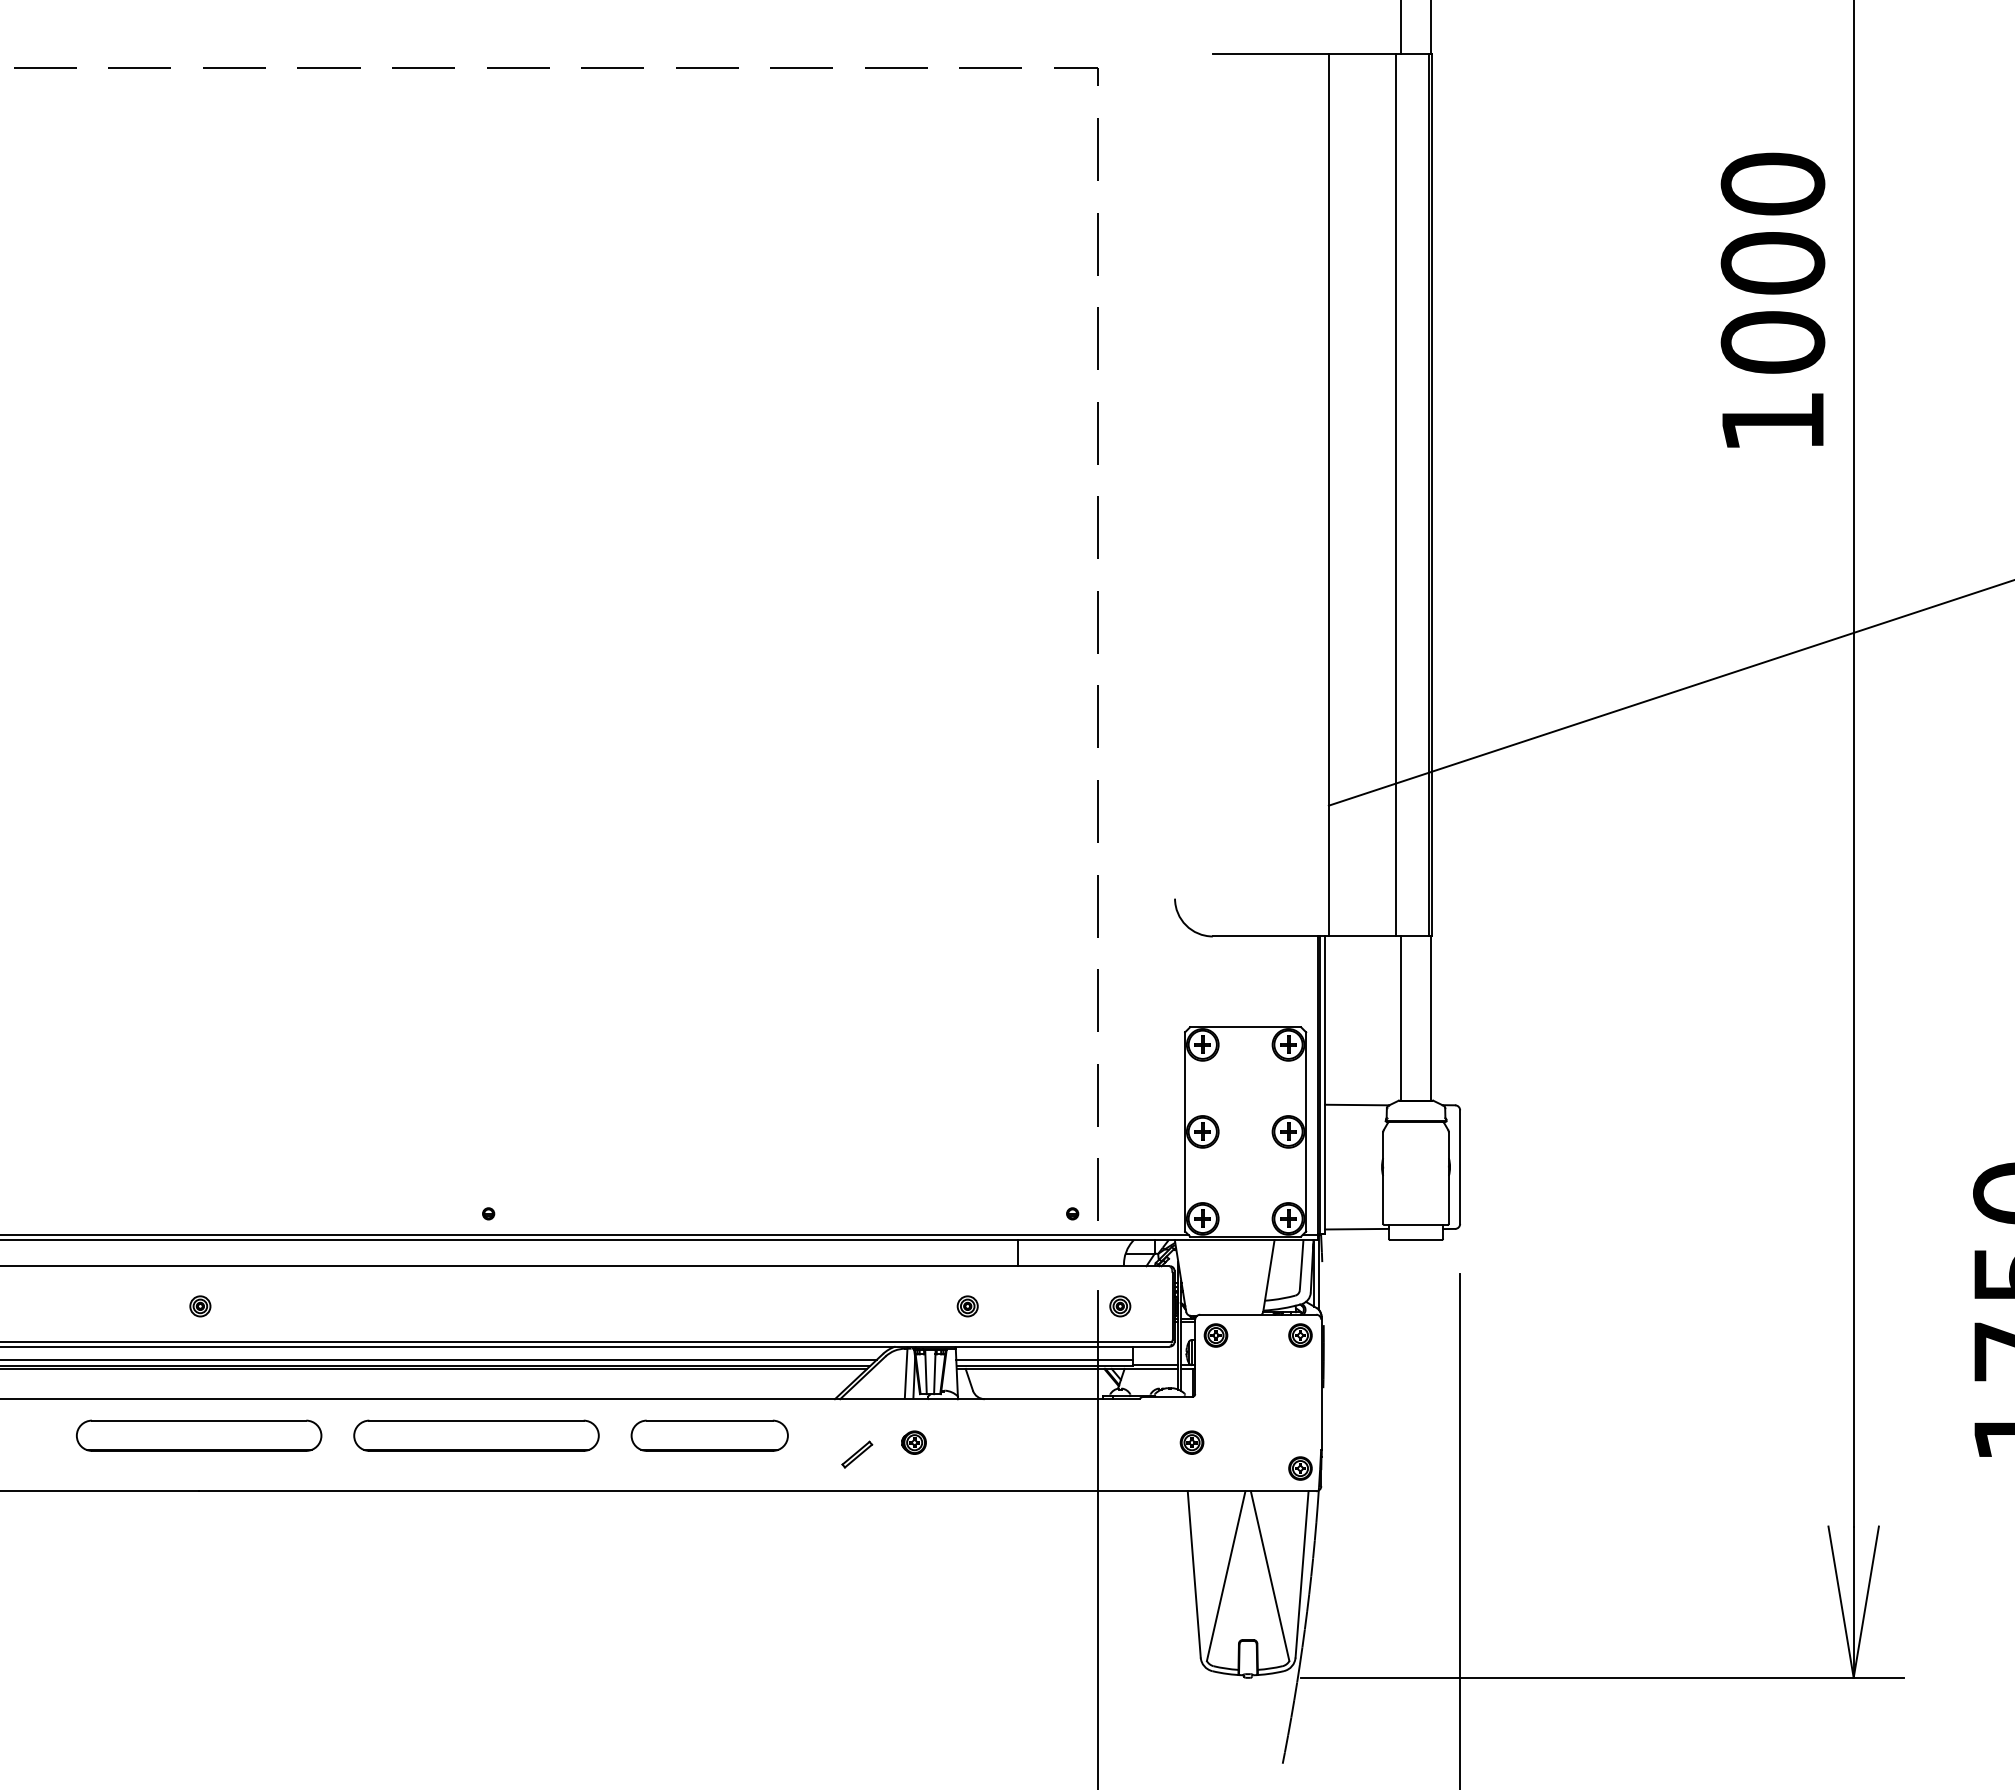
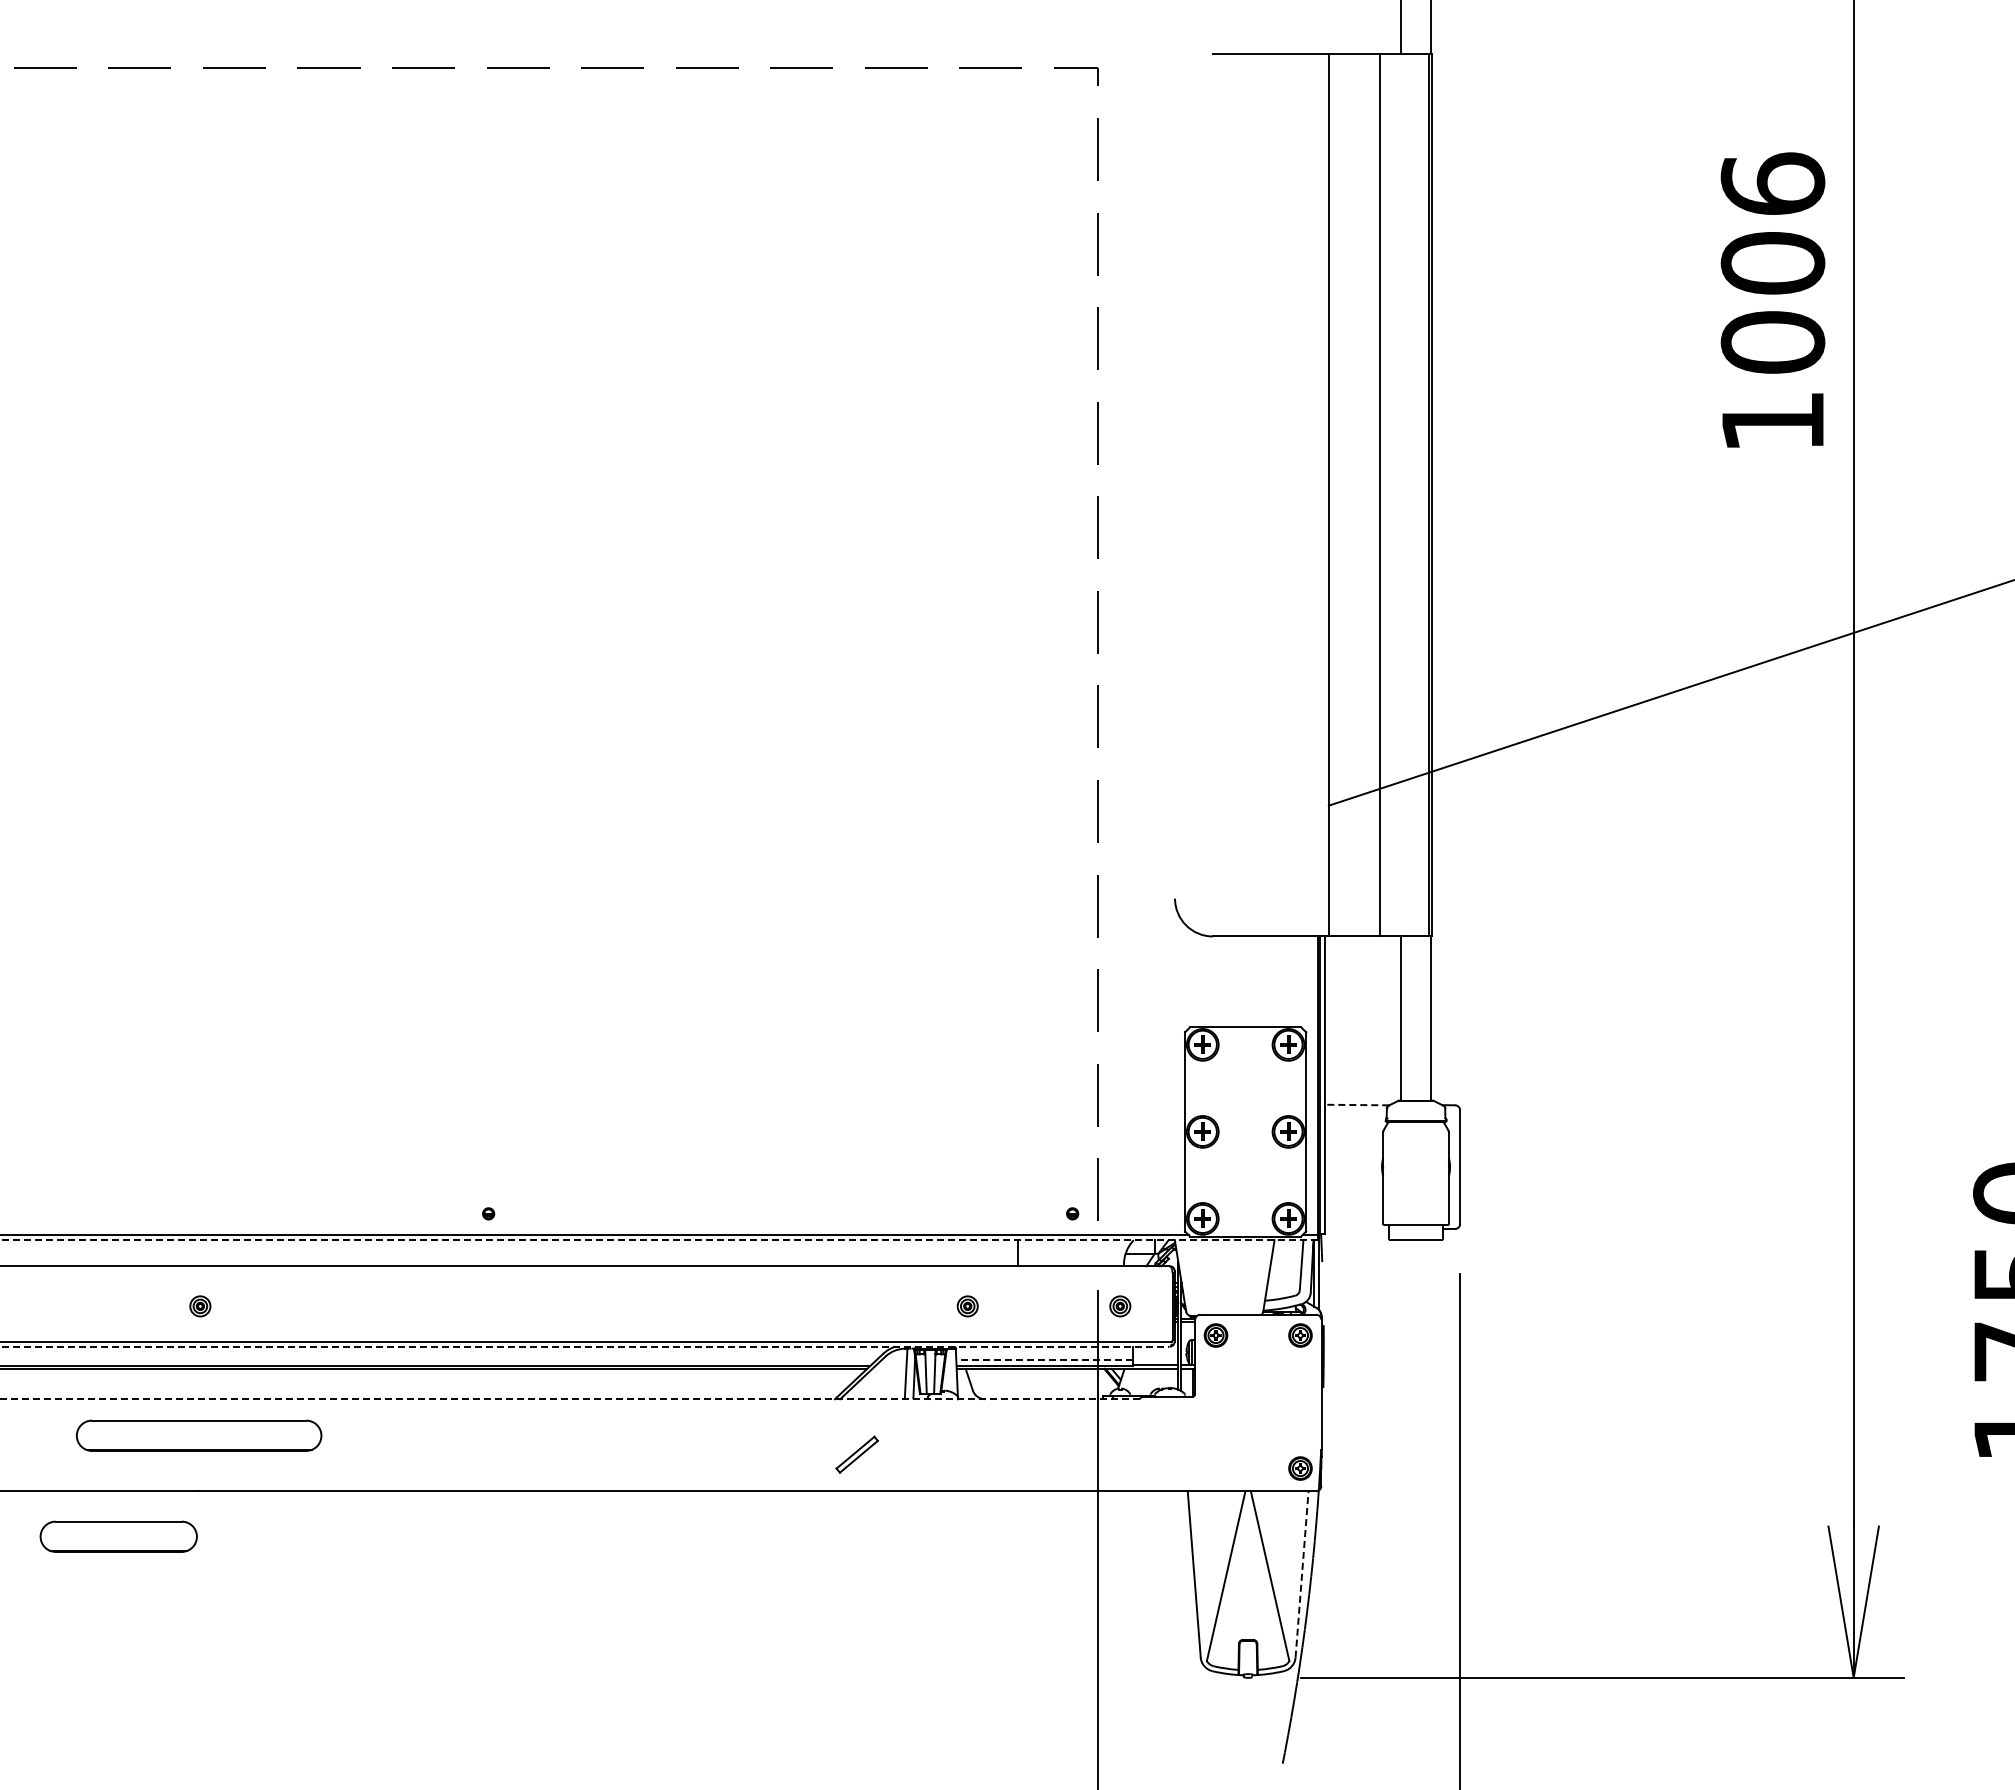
text at (1772, 183): 1000 -> 1006
line at (1396, 494) position: (1396, 494) -> (1380, 494)
line at (1356, 1105): solid -> dashed
line at (1356, 1228): present -> none
line at (658, 1240): solid -> dashed
line at (585, 1346): solid -> dashed
line at (439, 1360): present -> none
line at (1044, 1360): solid -> dashed
line at (569, 1399): solid -> dashed
part at (476, 1435): present -> none
part at (709, 1435) position: (709, 1435) -> (118, 1536)
part at (913, 1442): present -> none
part at (1191, 1442): present -> none
part at (857, 1454) size: 33x29 px -> 44x39 px
line at (1302, 1573): solid -> dashed
